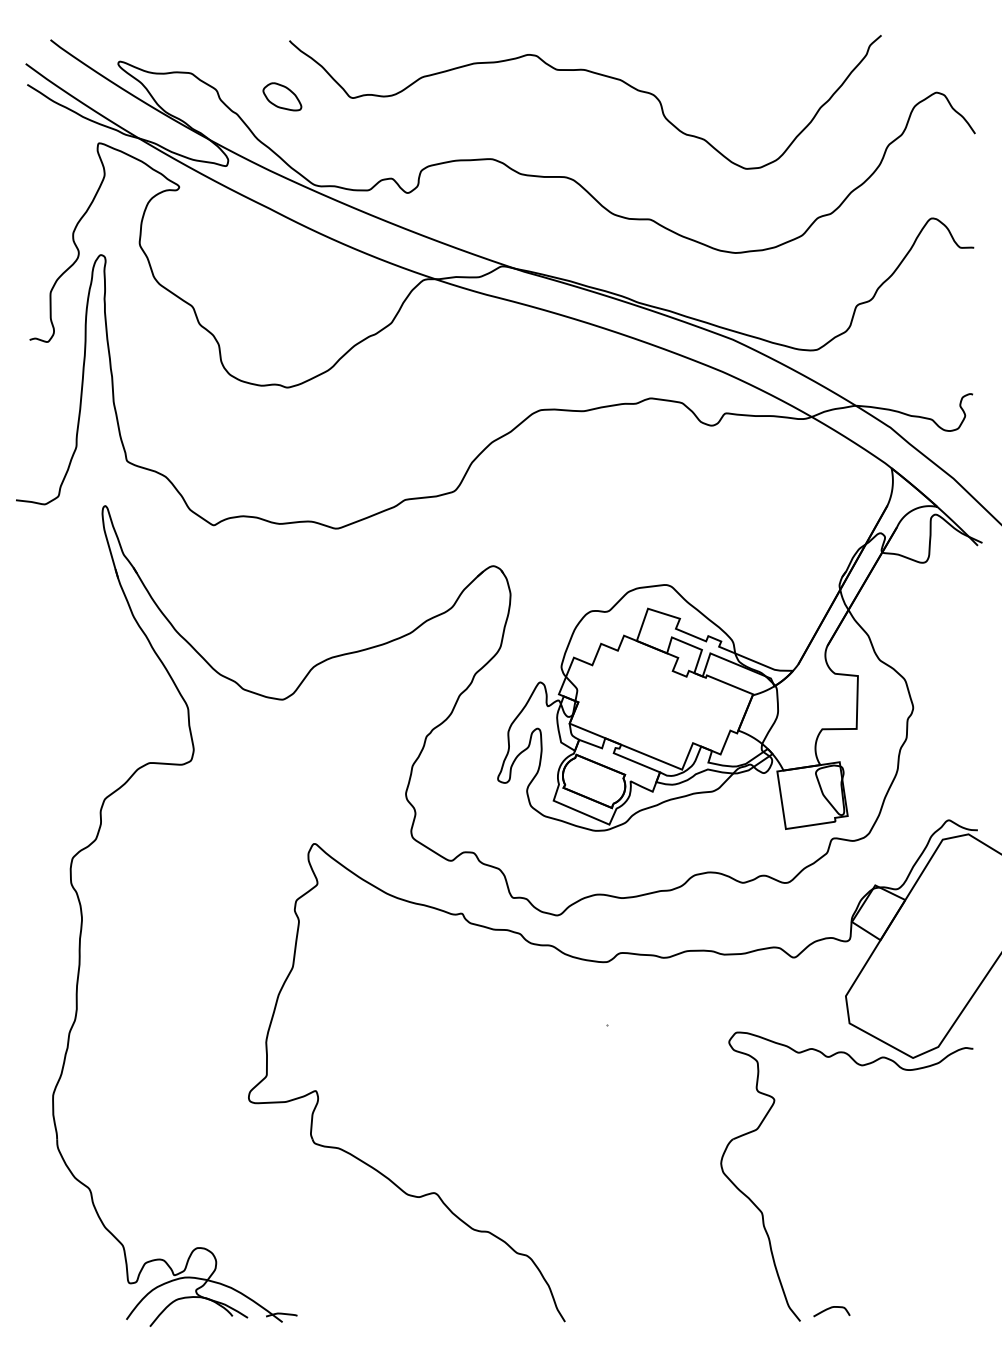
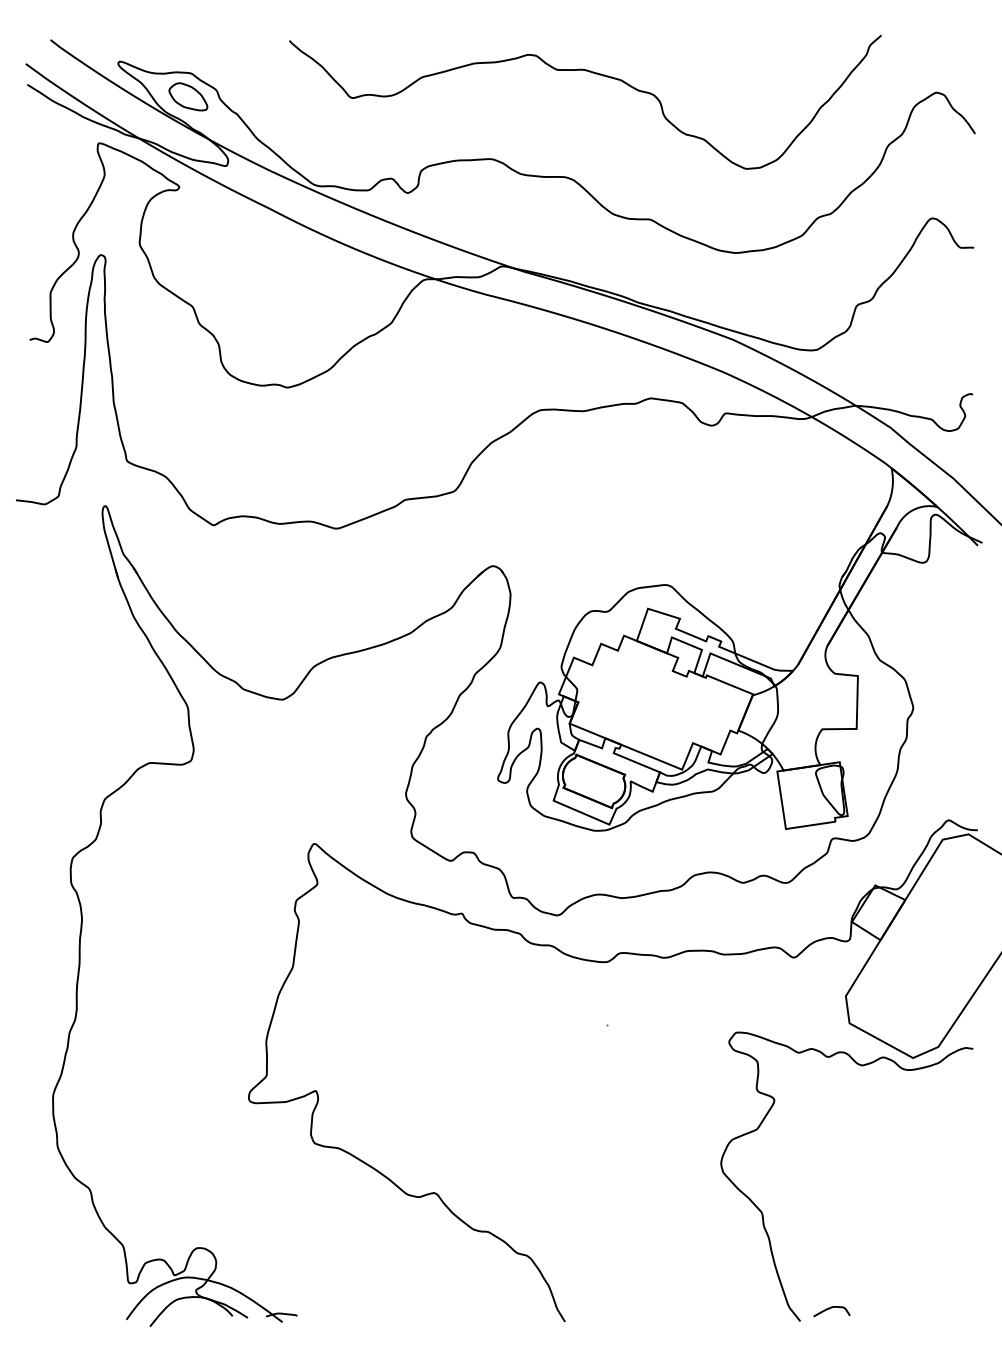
part at (282, 96) position: (282, 96) -> (188, 96)
